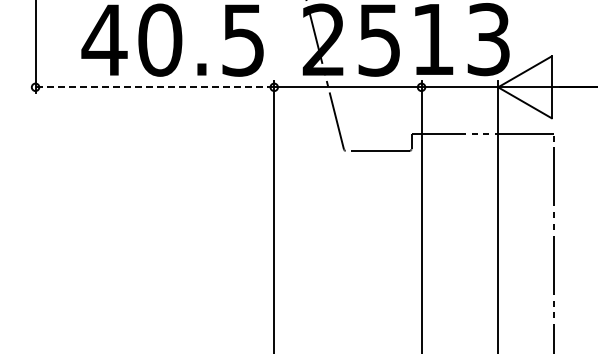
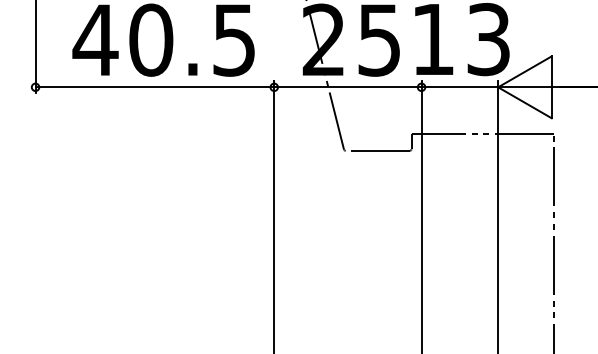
text at (172, 39) position: (172, 39) -> (163, 39)
line at (154, 87): dashed -> solid
